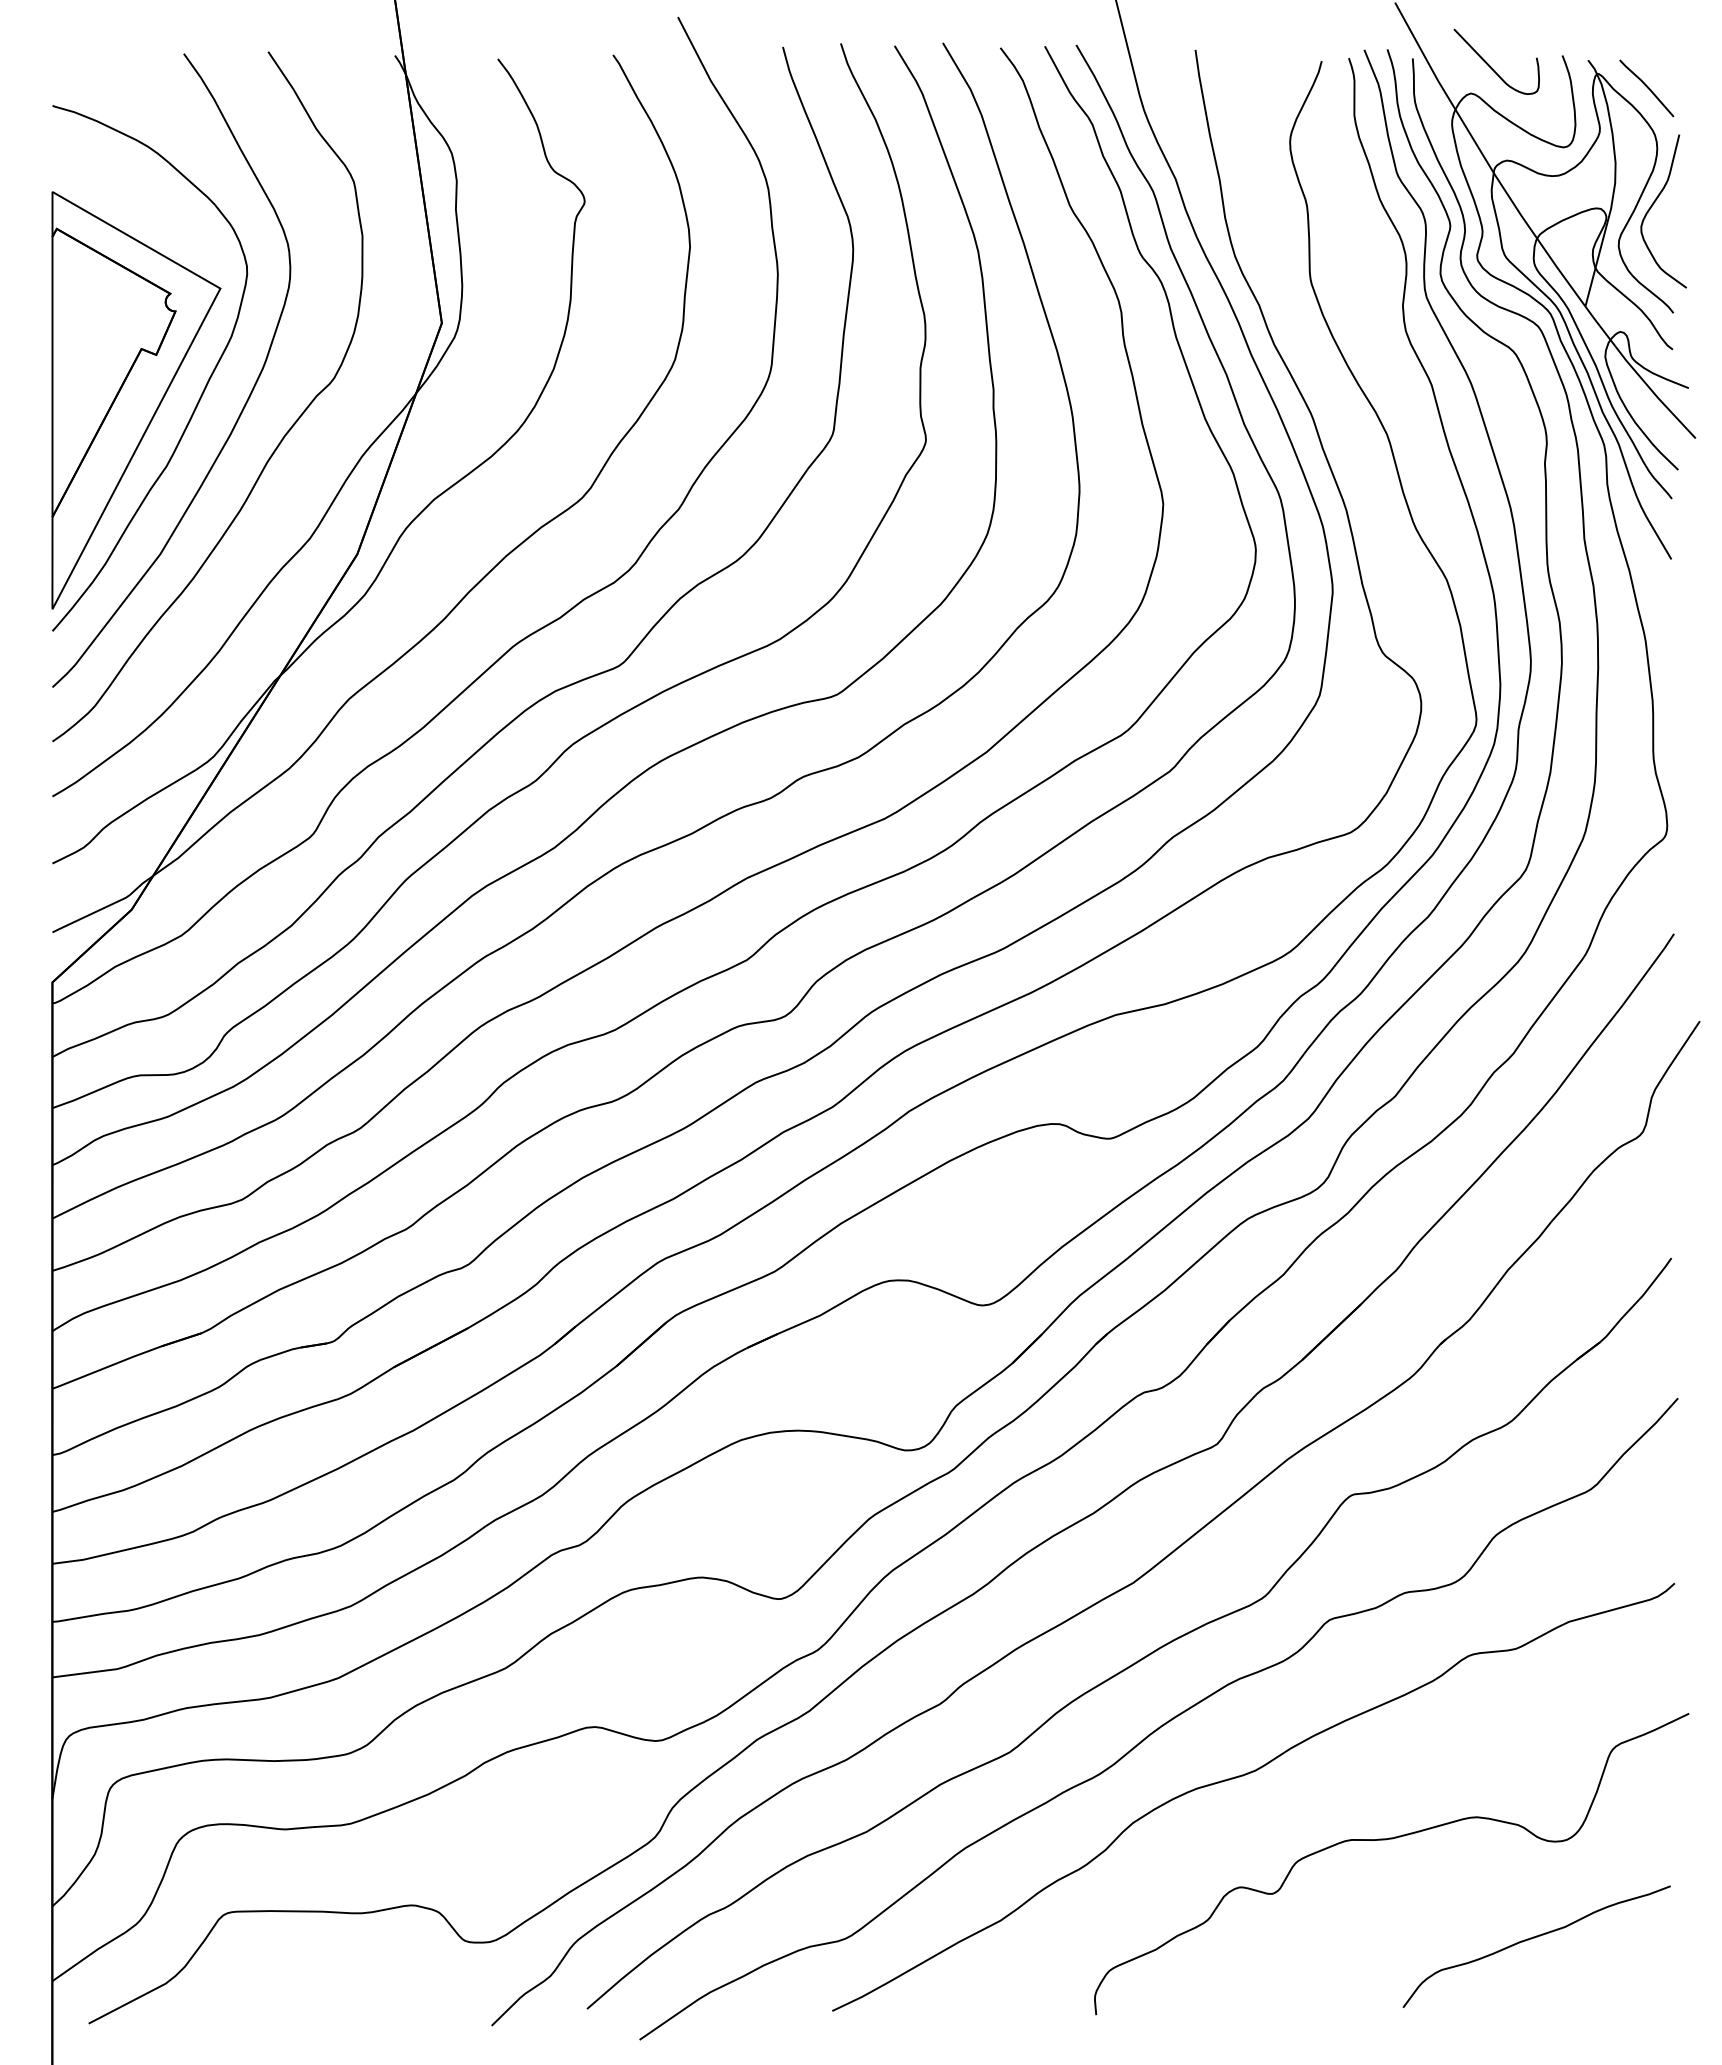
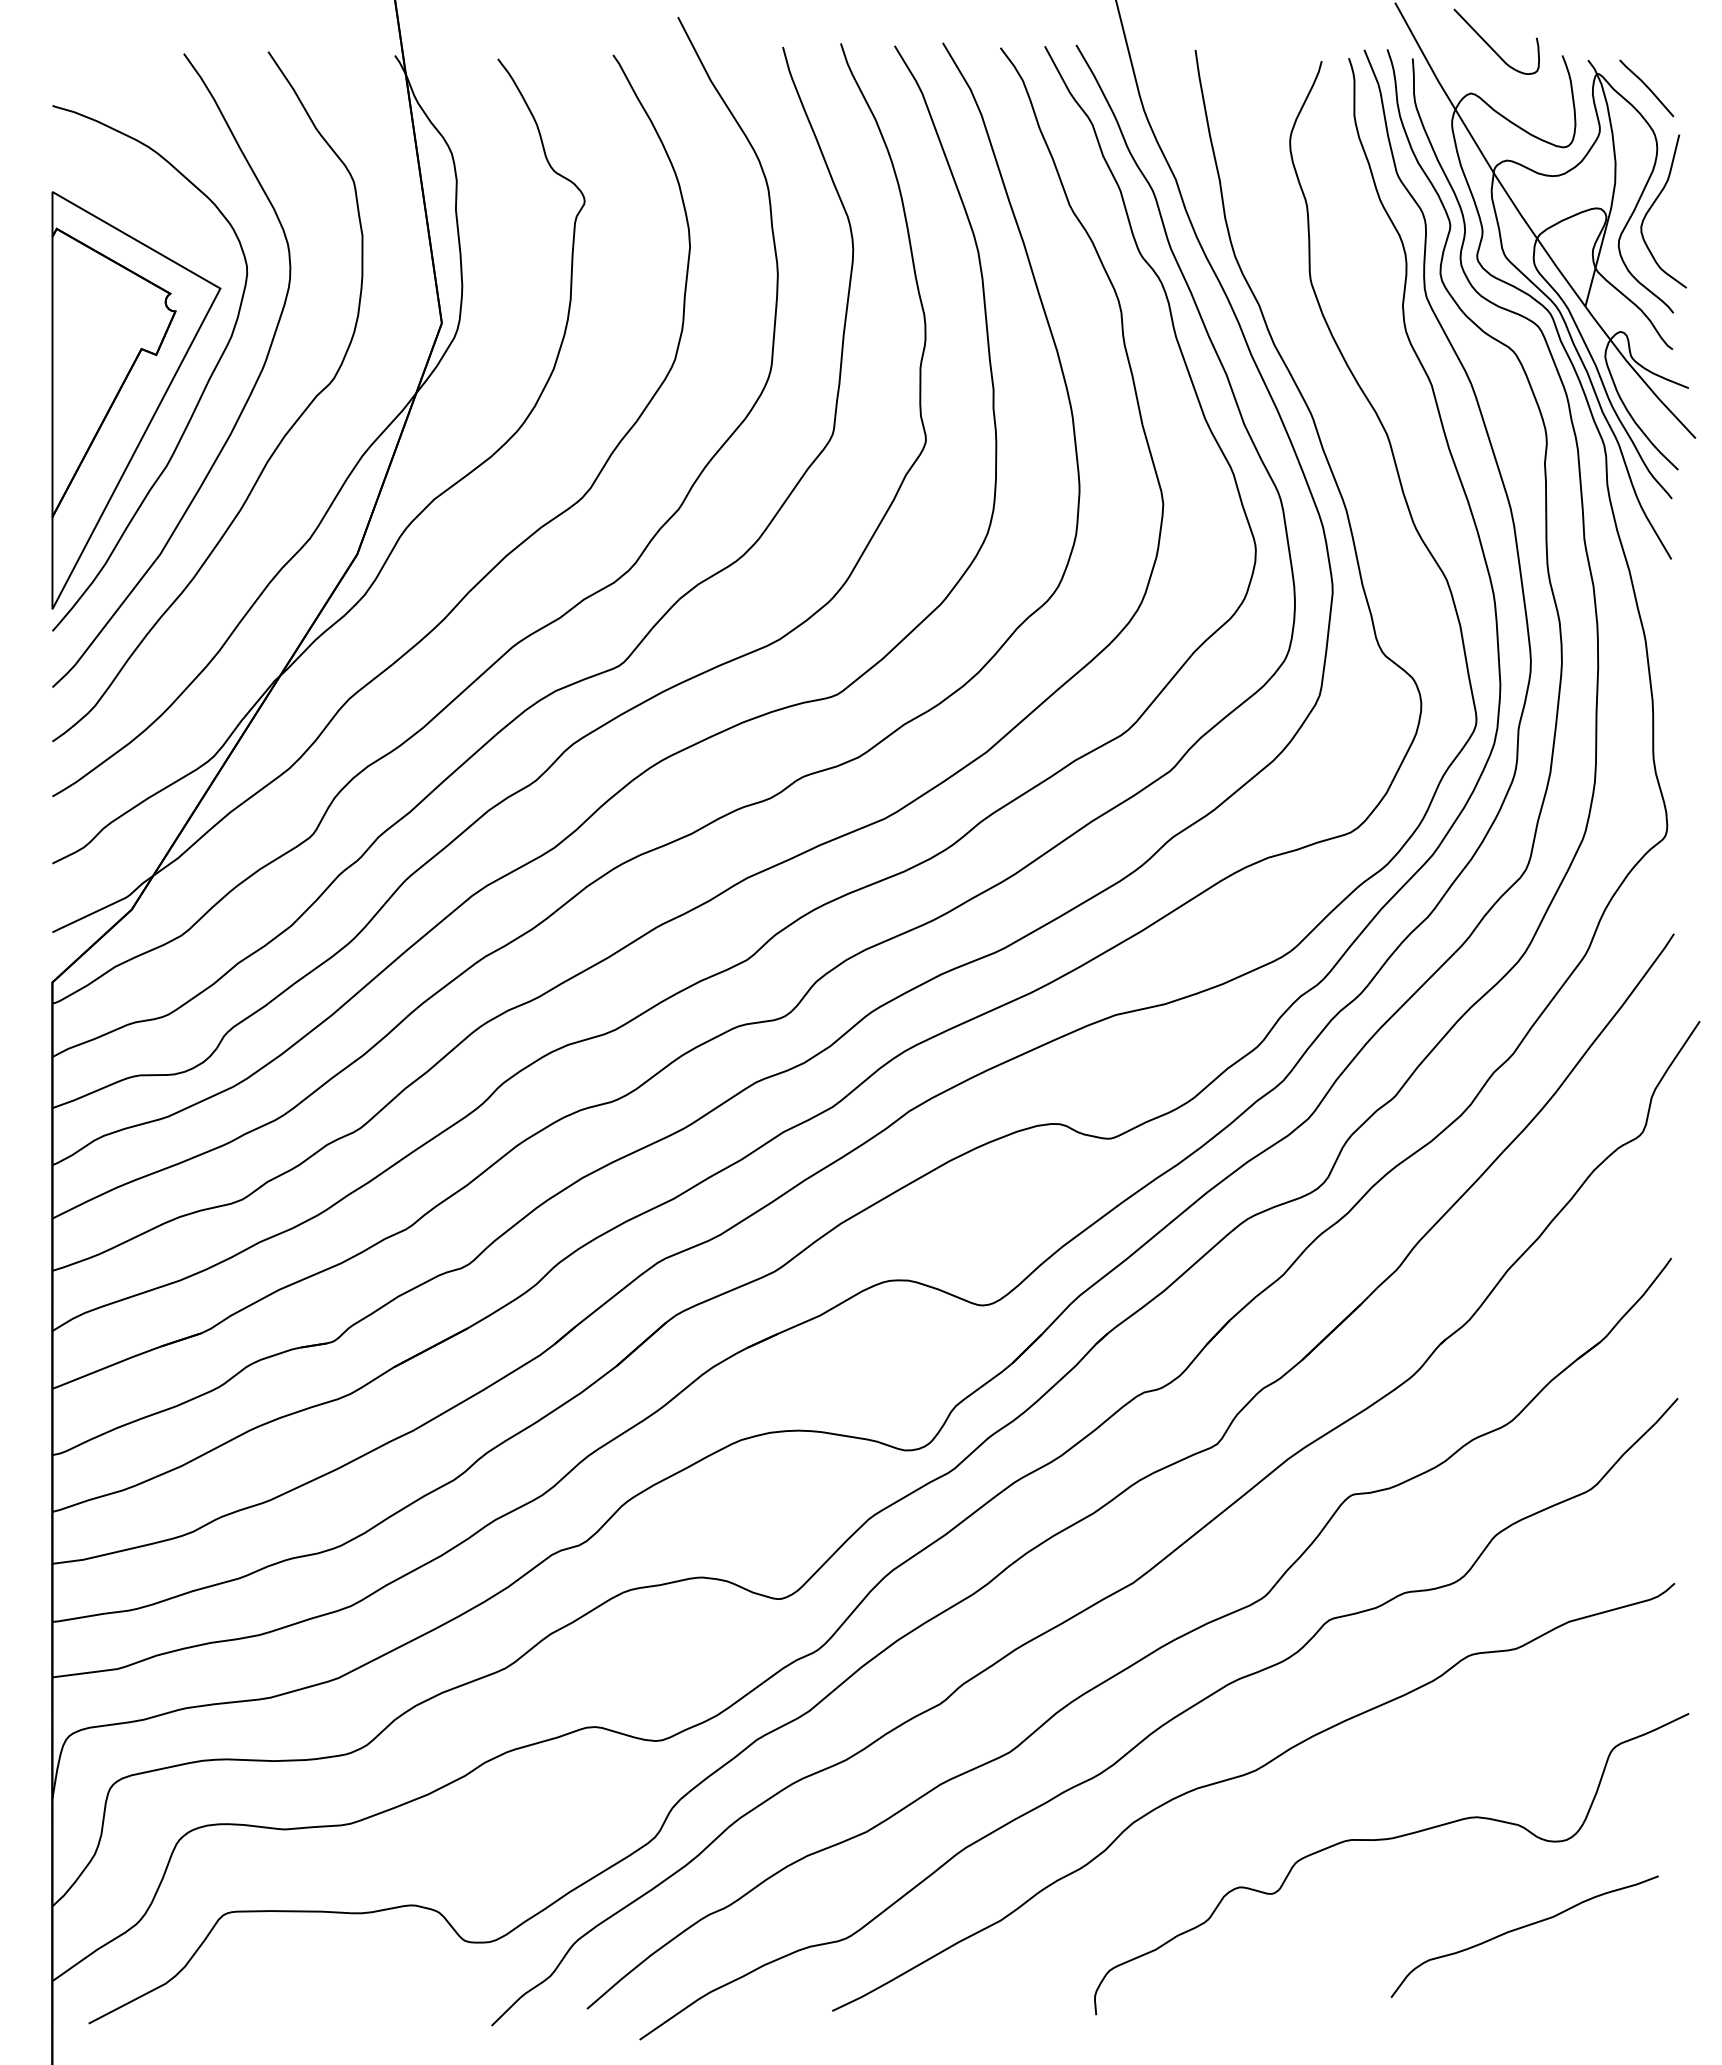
curve at (1491, 66) position: (1491, 66) -> (1491, 46)
curve at (1534, 1938) position: (1534, 1938) -> (1522, 1928)
